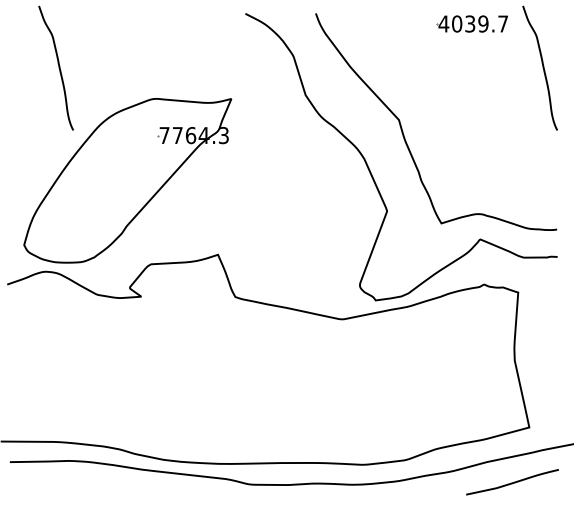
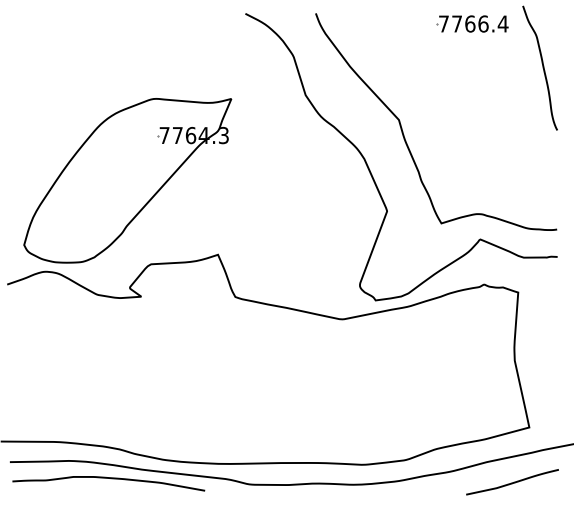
text at (473, 23): 4039.7 -> 7766.4
curve at (58, 67): present -> none
curve at (108, 478): none -> present
